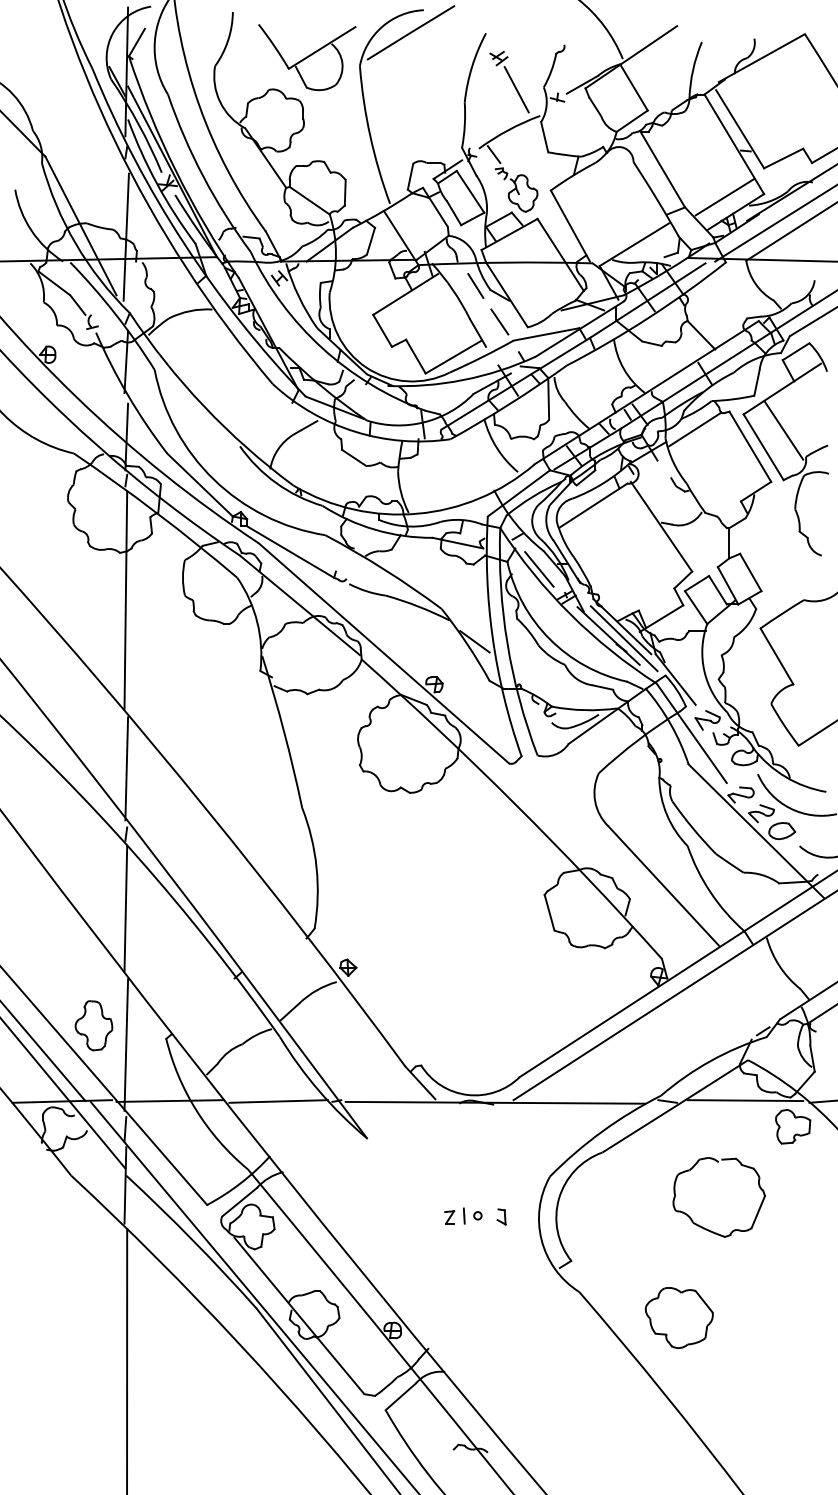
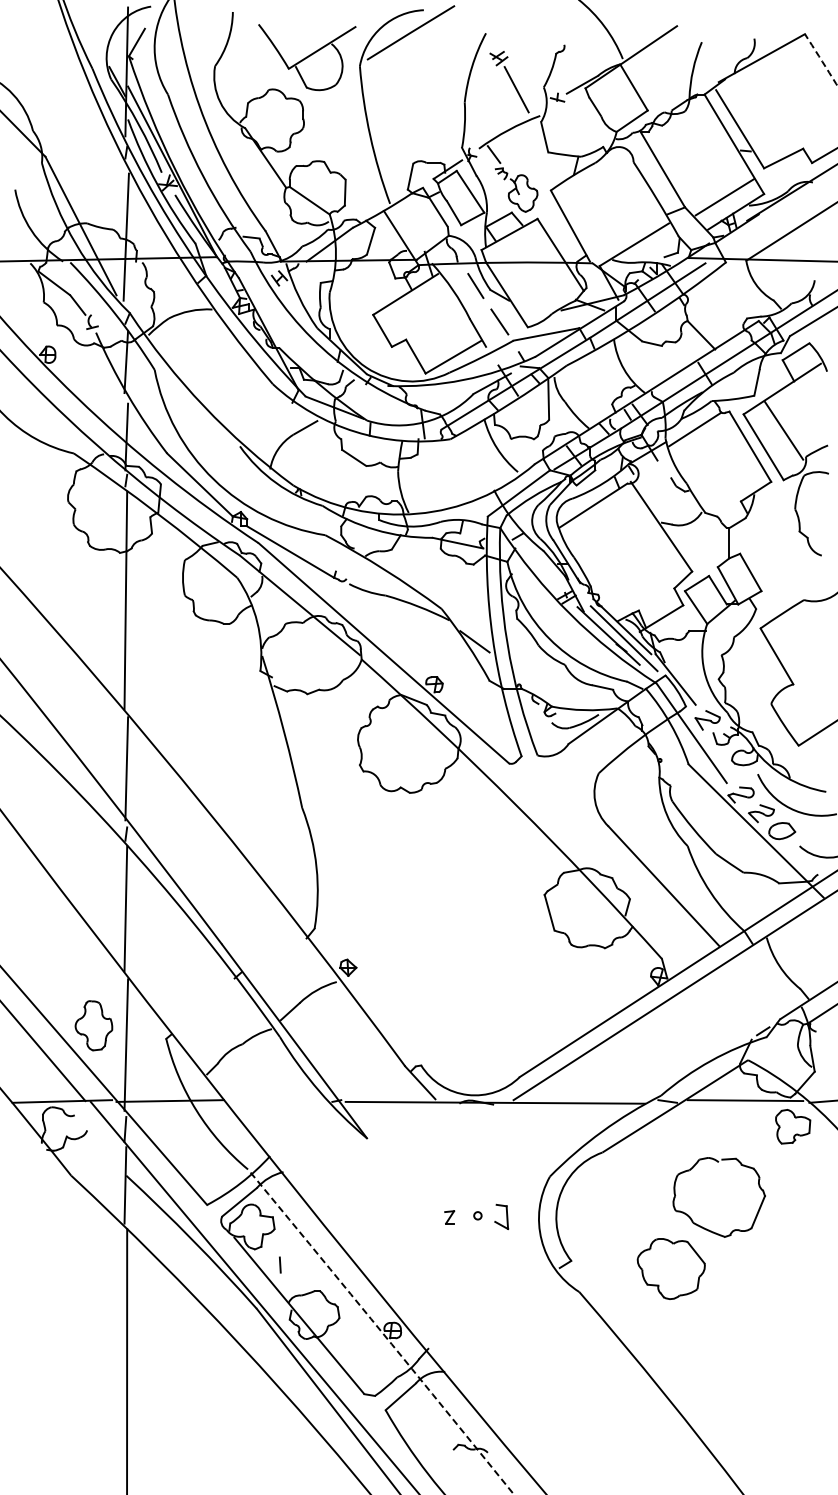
arc at (821, 60): solid -> dashed
line at (774, 223): present -> none
line at (539, 569): present -> none
line at (63, 1094): present -> none
line at (278, 1101): present -> none
line at (464, 1215) position: (464, 1215) -> (280, 1264)
part at (501, 1216) size: 11x18 px -> 16x28 px
part at (678, 1317) position: (678, 1317) -> (670, 1268)
arc at (381, 1331): solid -> dashed
